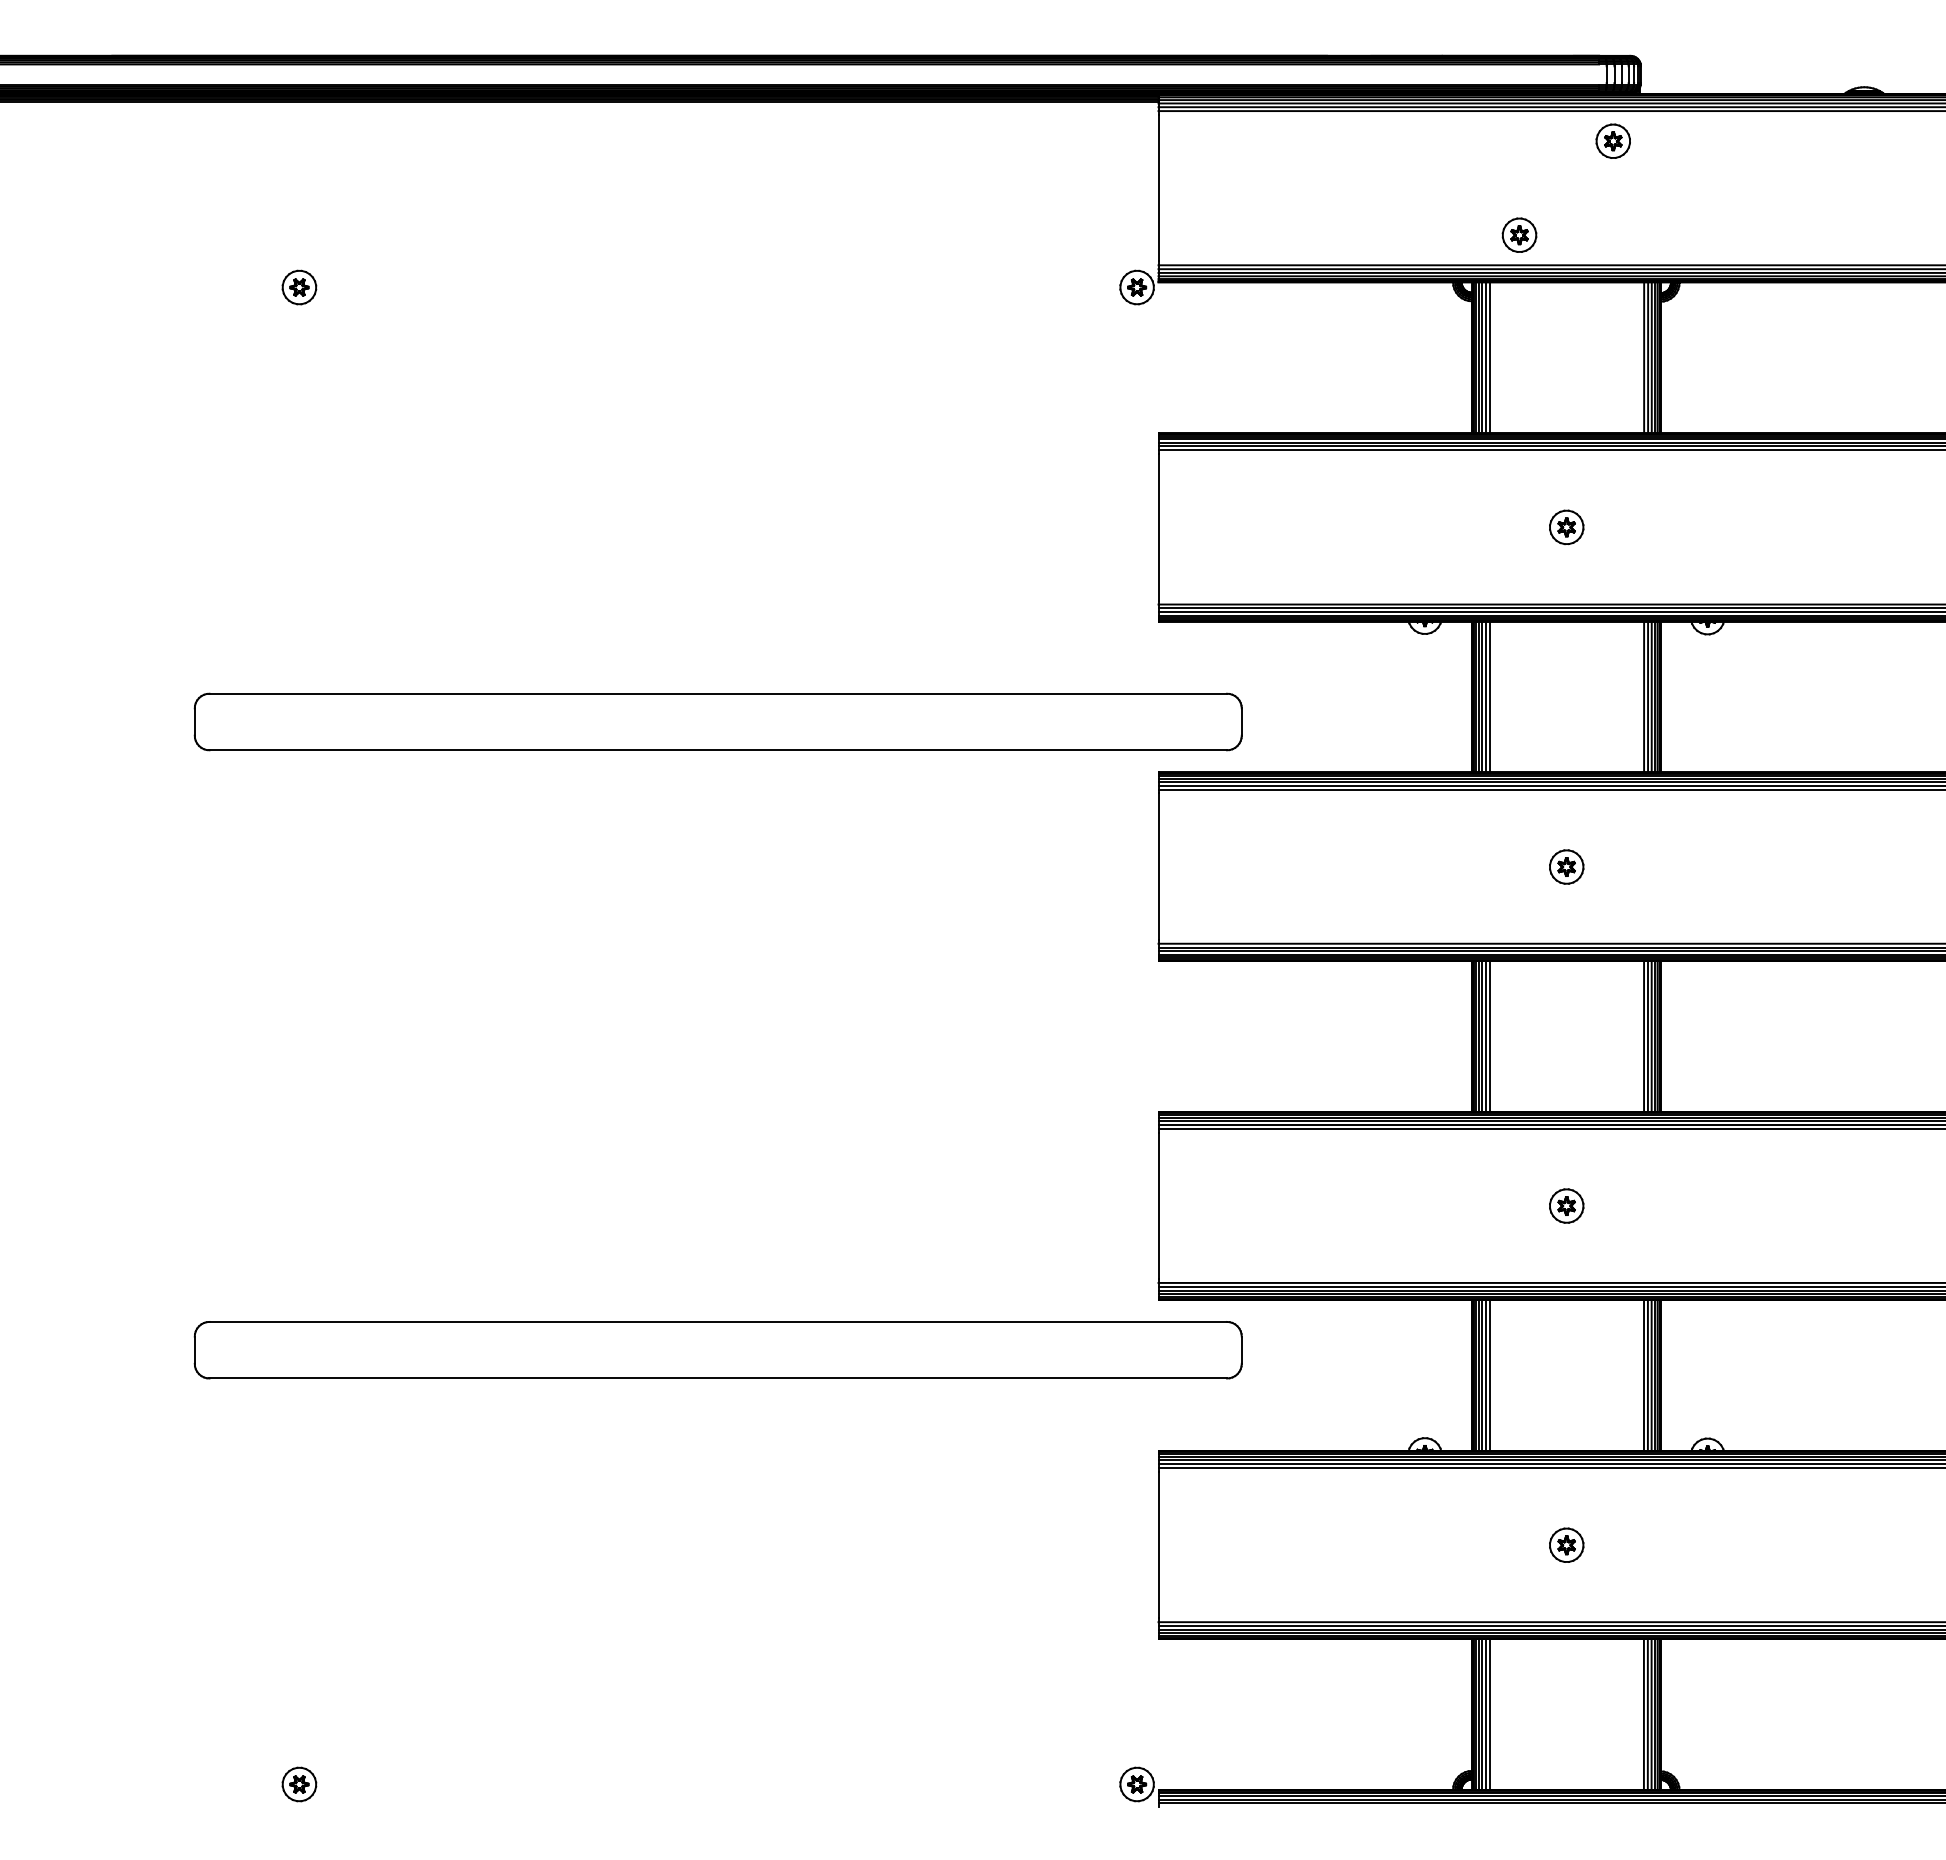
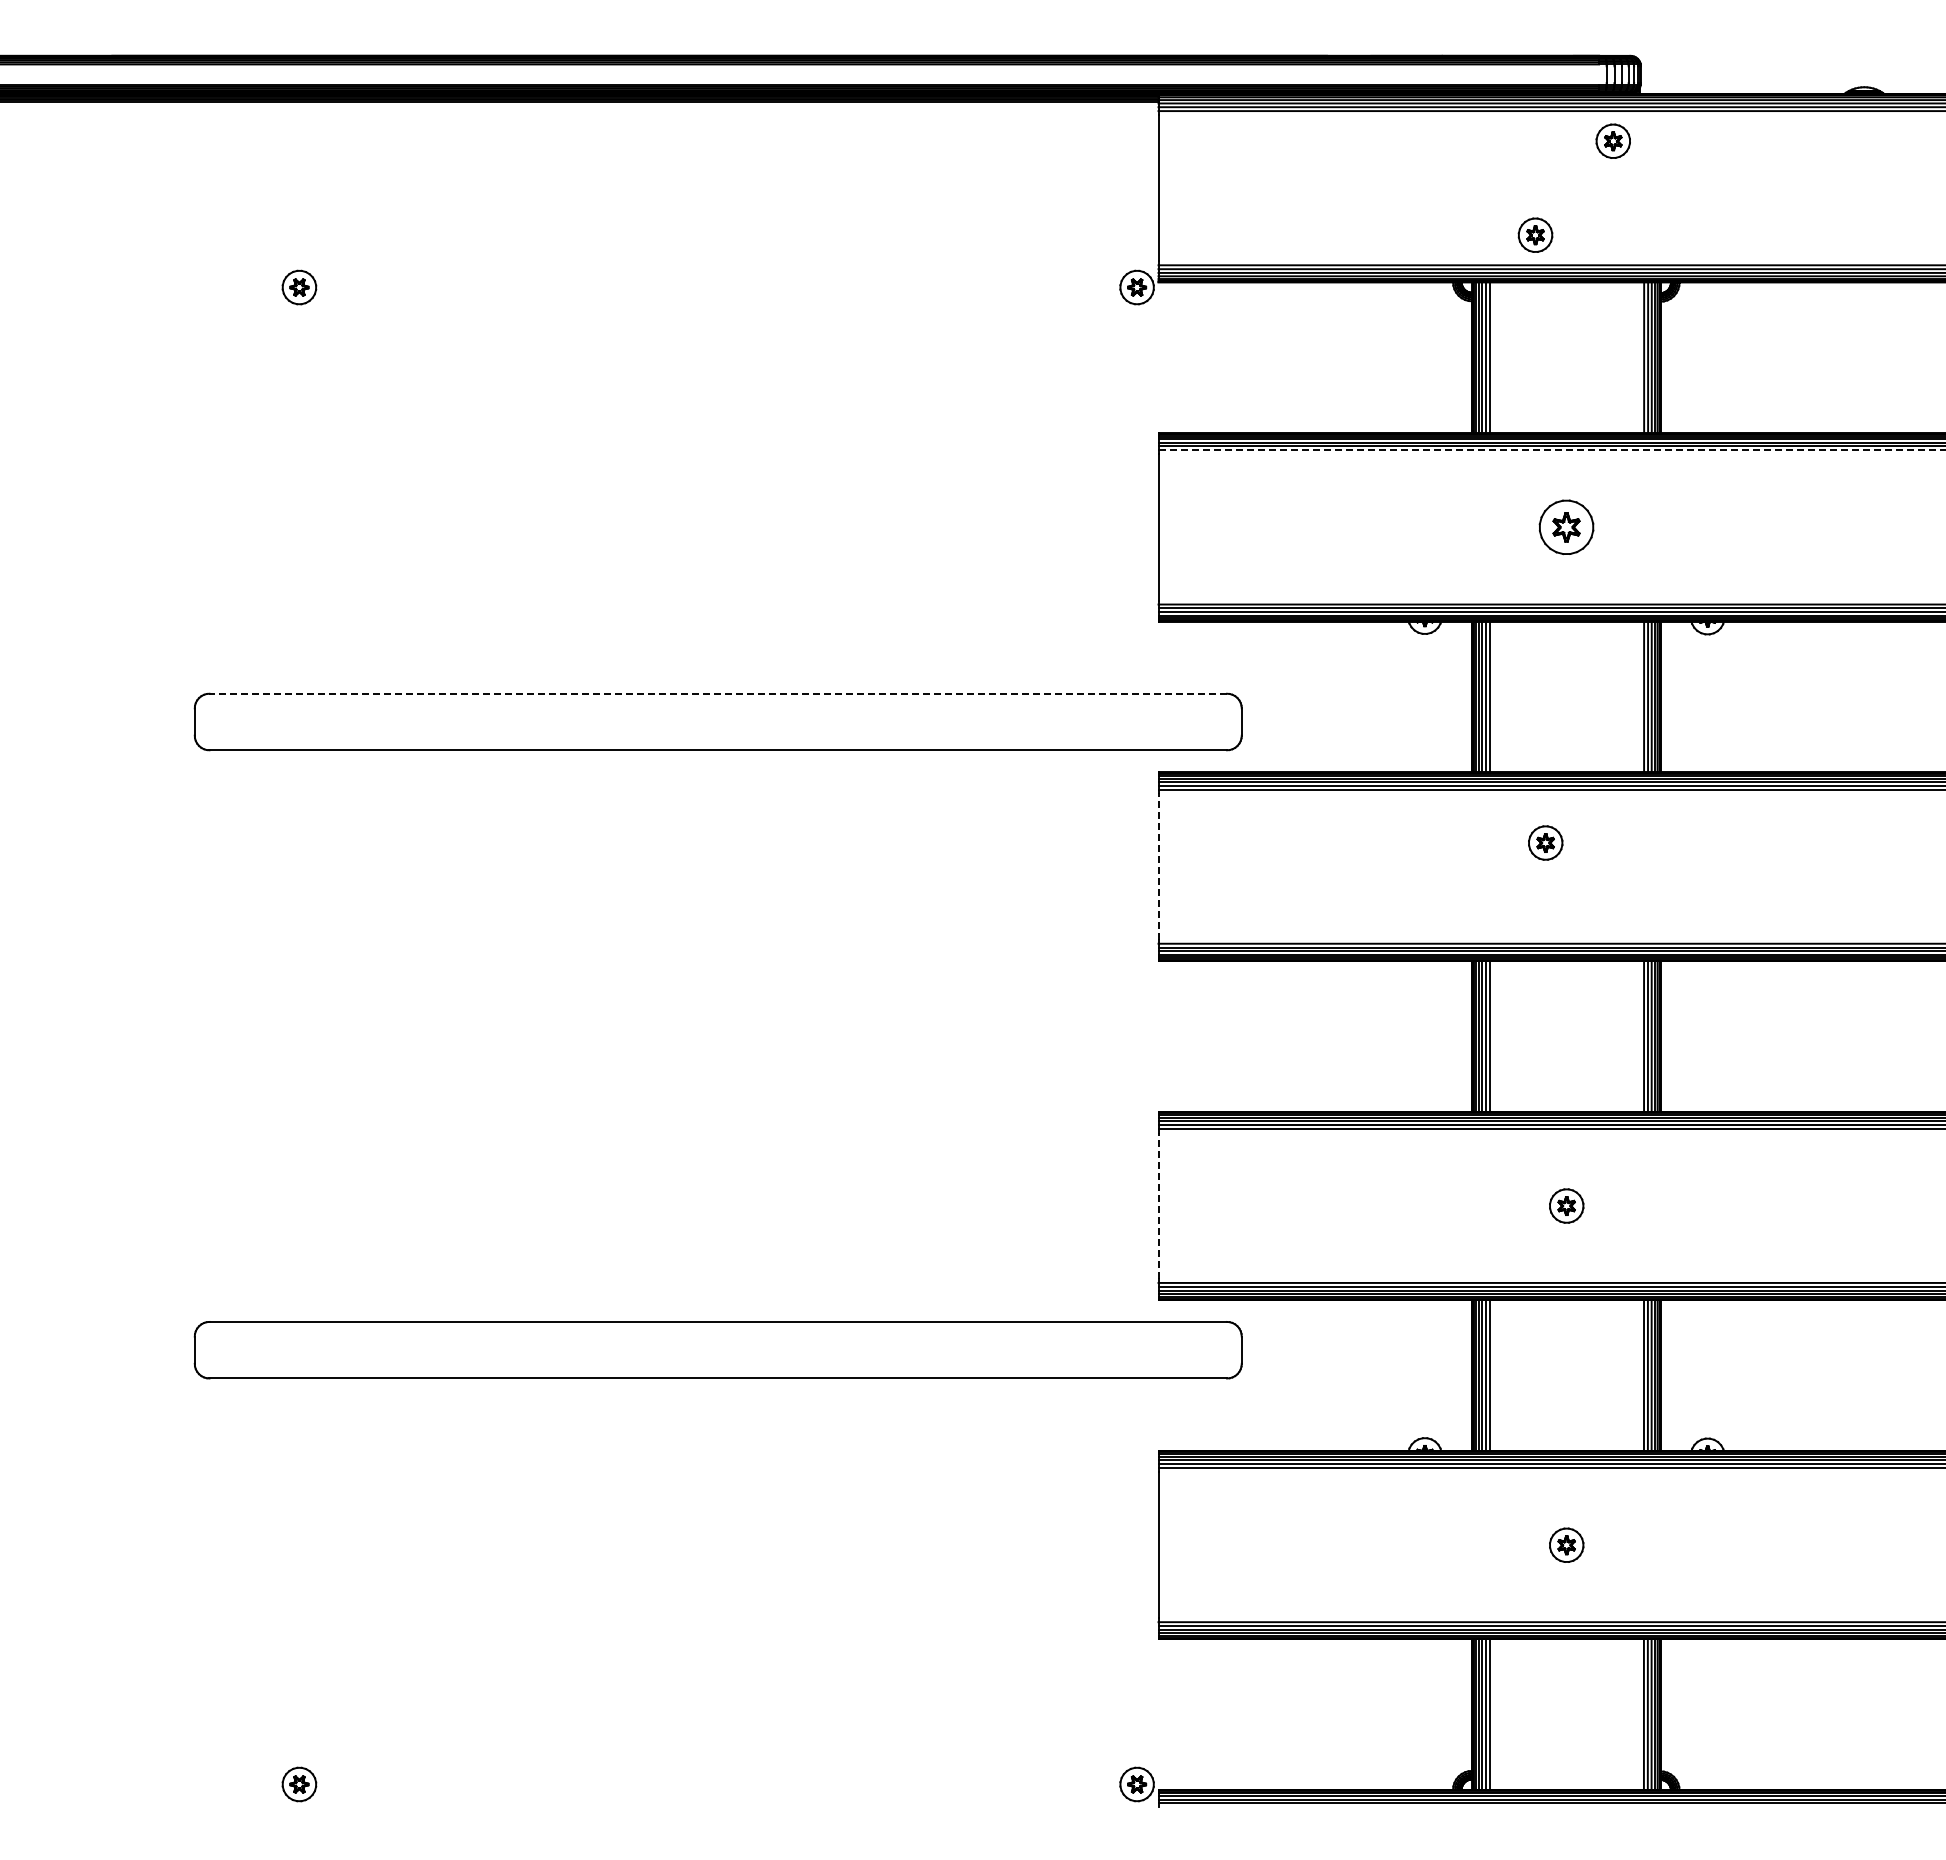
part at (1519, 234) position: (1519, 234) -> (1535, 234)
line at (1552, 450): solid -> dashed
part at (1566, 527) size: 36x37 px -> 57x57 px
line at (718, 693): solid -> dashed
line at (1158, 866): solid -> dashed
part at (1566, 866) position: (1566, 866) -> (1545, 842)
line at (1158, 1205): solid -> dashed
